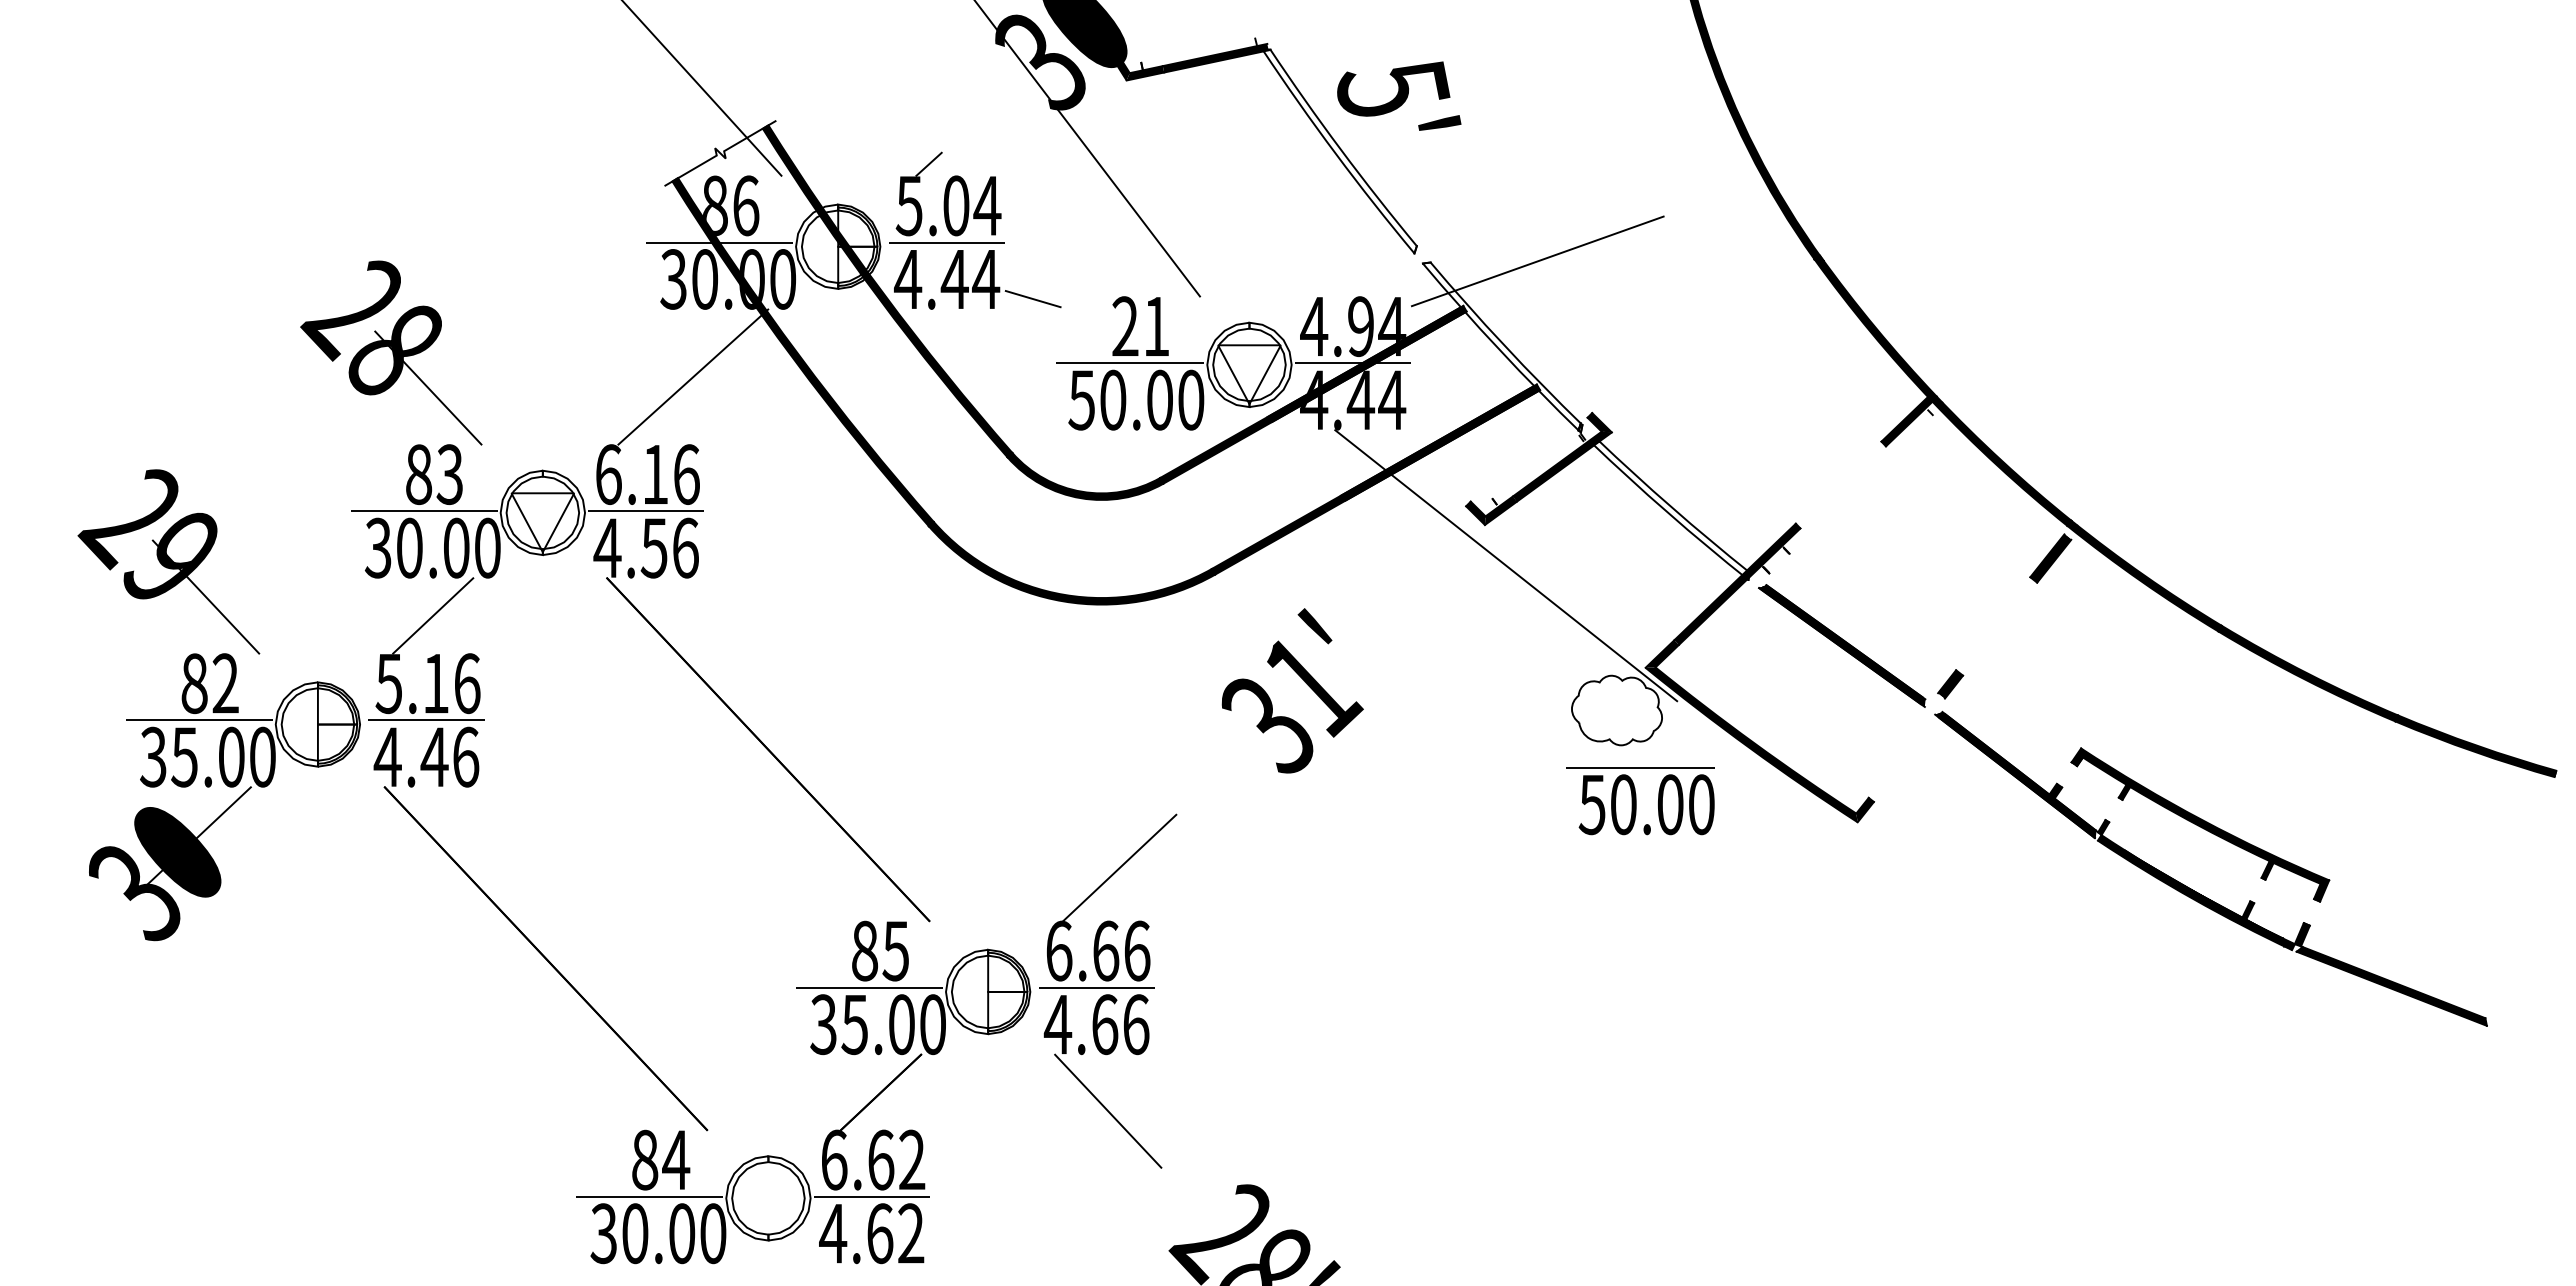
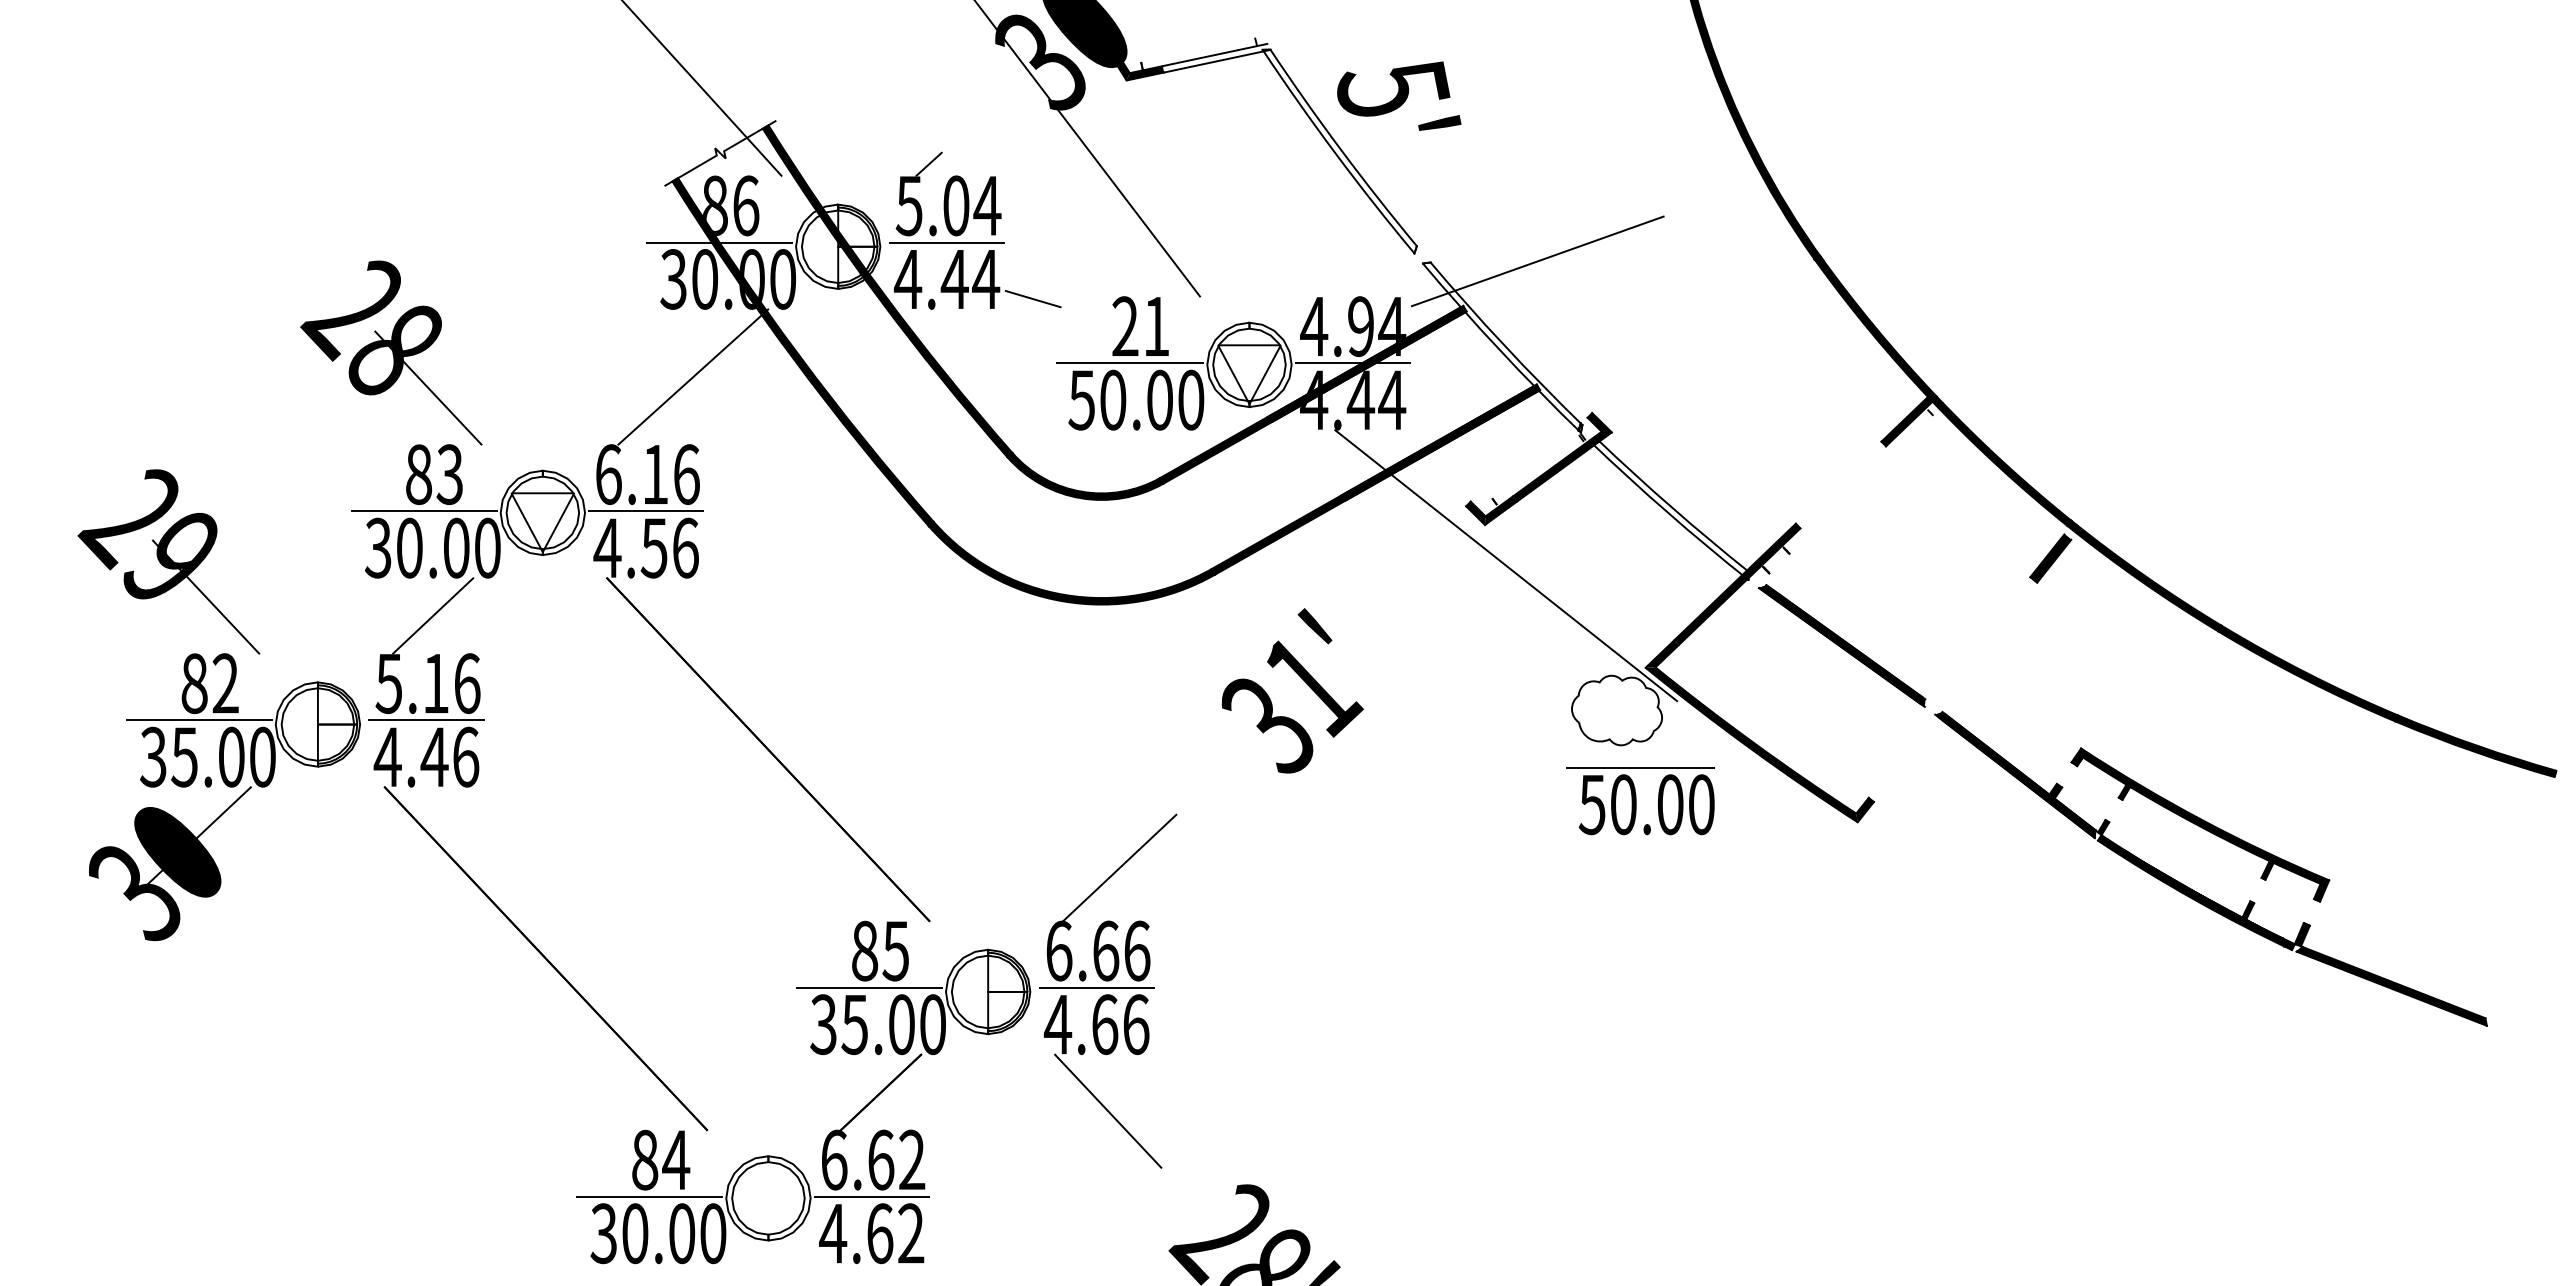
fill at (1215, 57): present -> none
part at (1950, 684): present -> none
